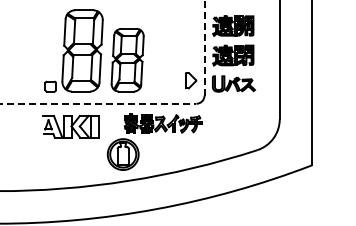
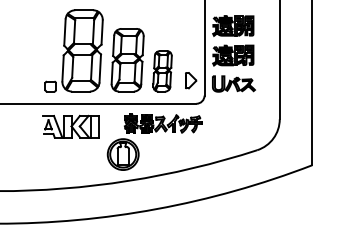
line at (204, 47): dashed -> solid
part at (162, 71): none -> present
line at (98, 103): dashed -> solid
